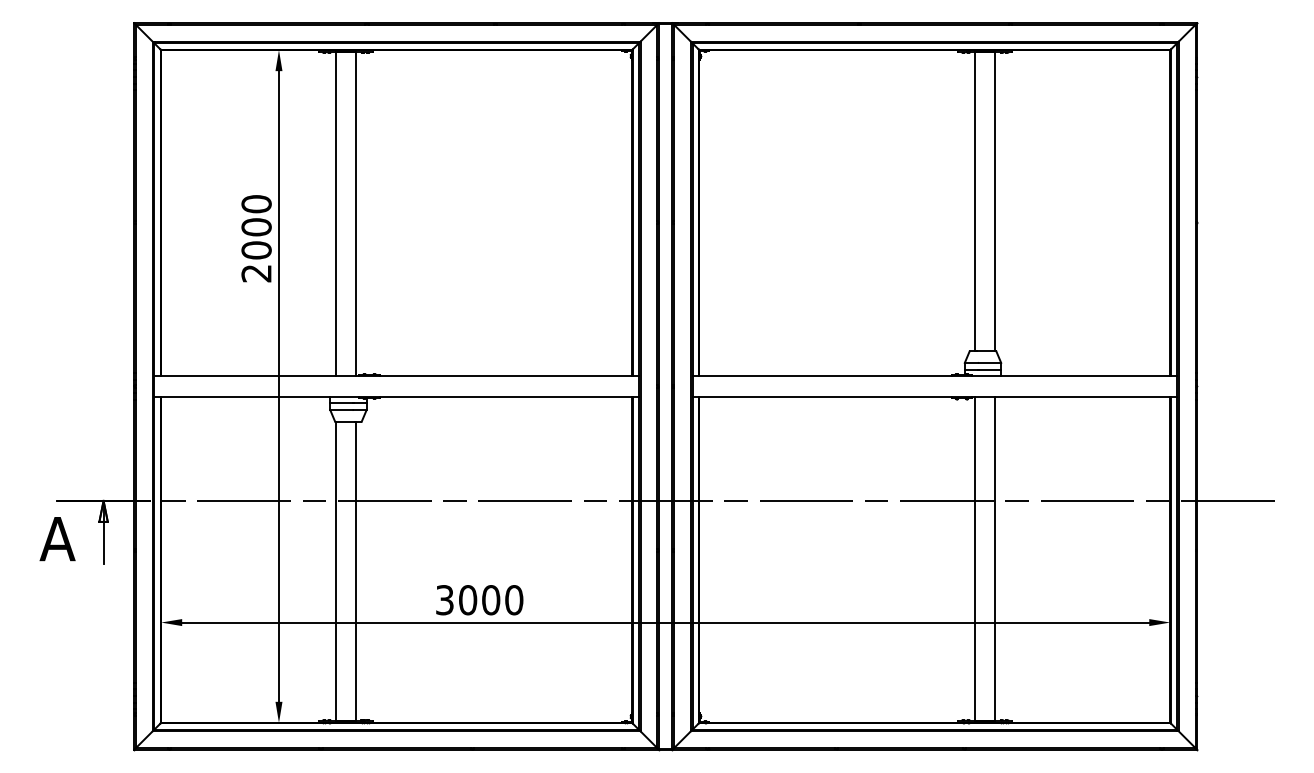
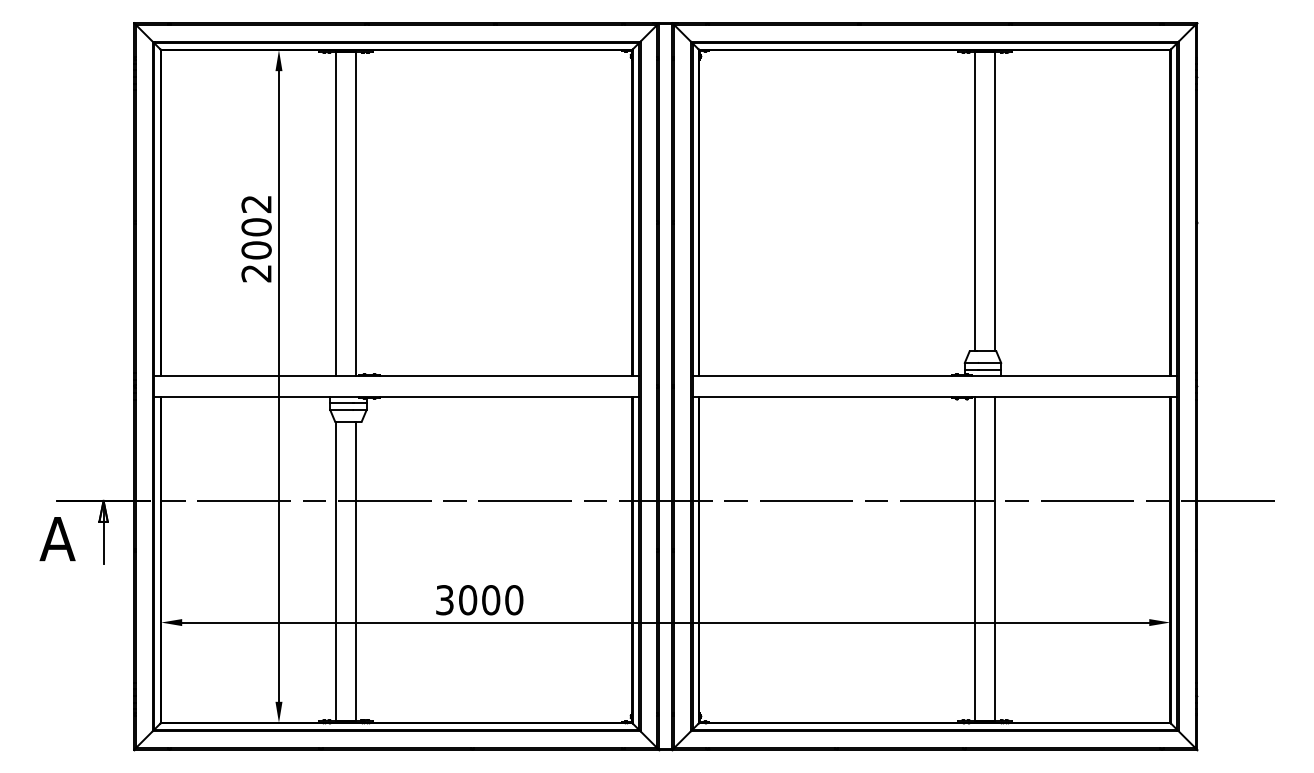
text at (256, 204): 2000 -> 2002
